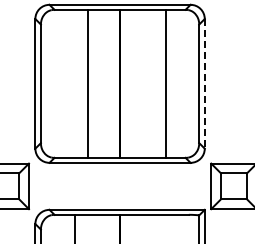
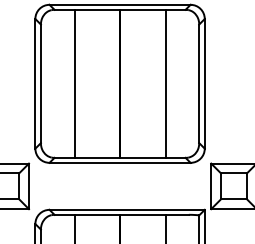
line at (87, 83) position: (87, 83) -> (74, 83)
line at (204, 83): dashed -> solid
line at (165, 227): none -> present
